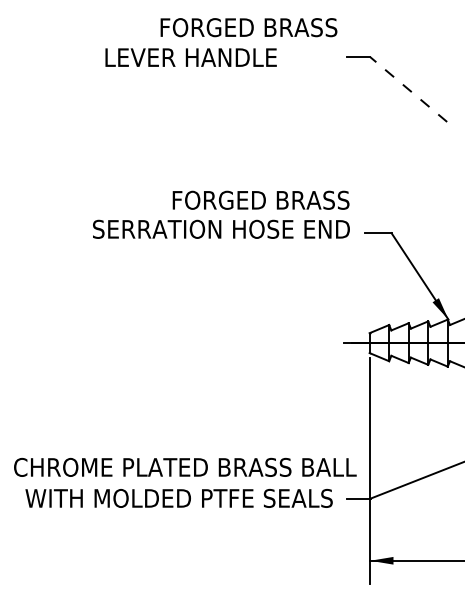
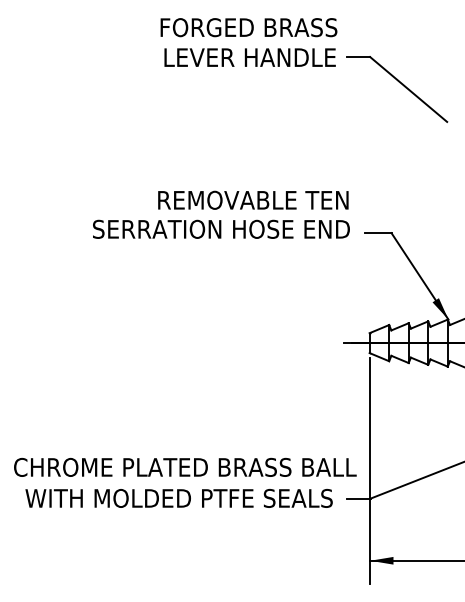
text at (190, 57) position: (190, 57) -> (249, 57)
line at (408, 89): dashed -> solid
text at (253, 199): FORGED BRASS -> REMOVABLE TEN
